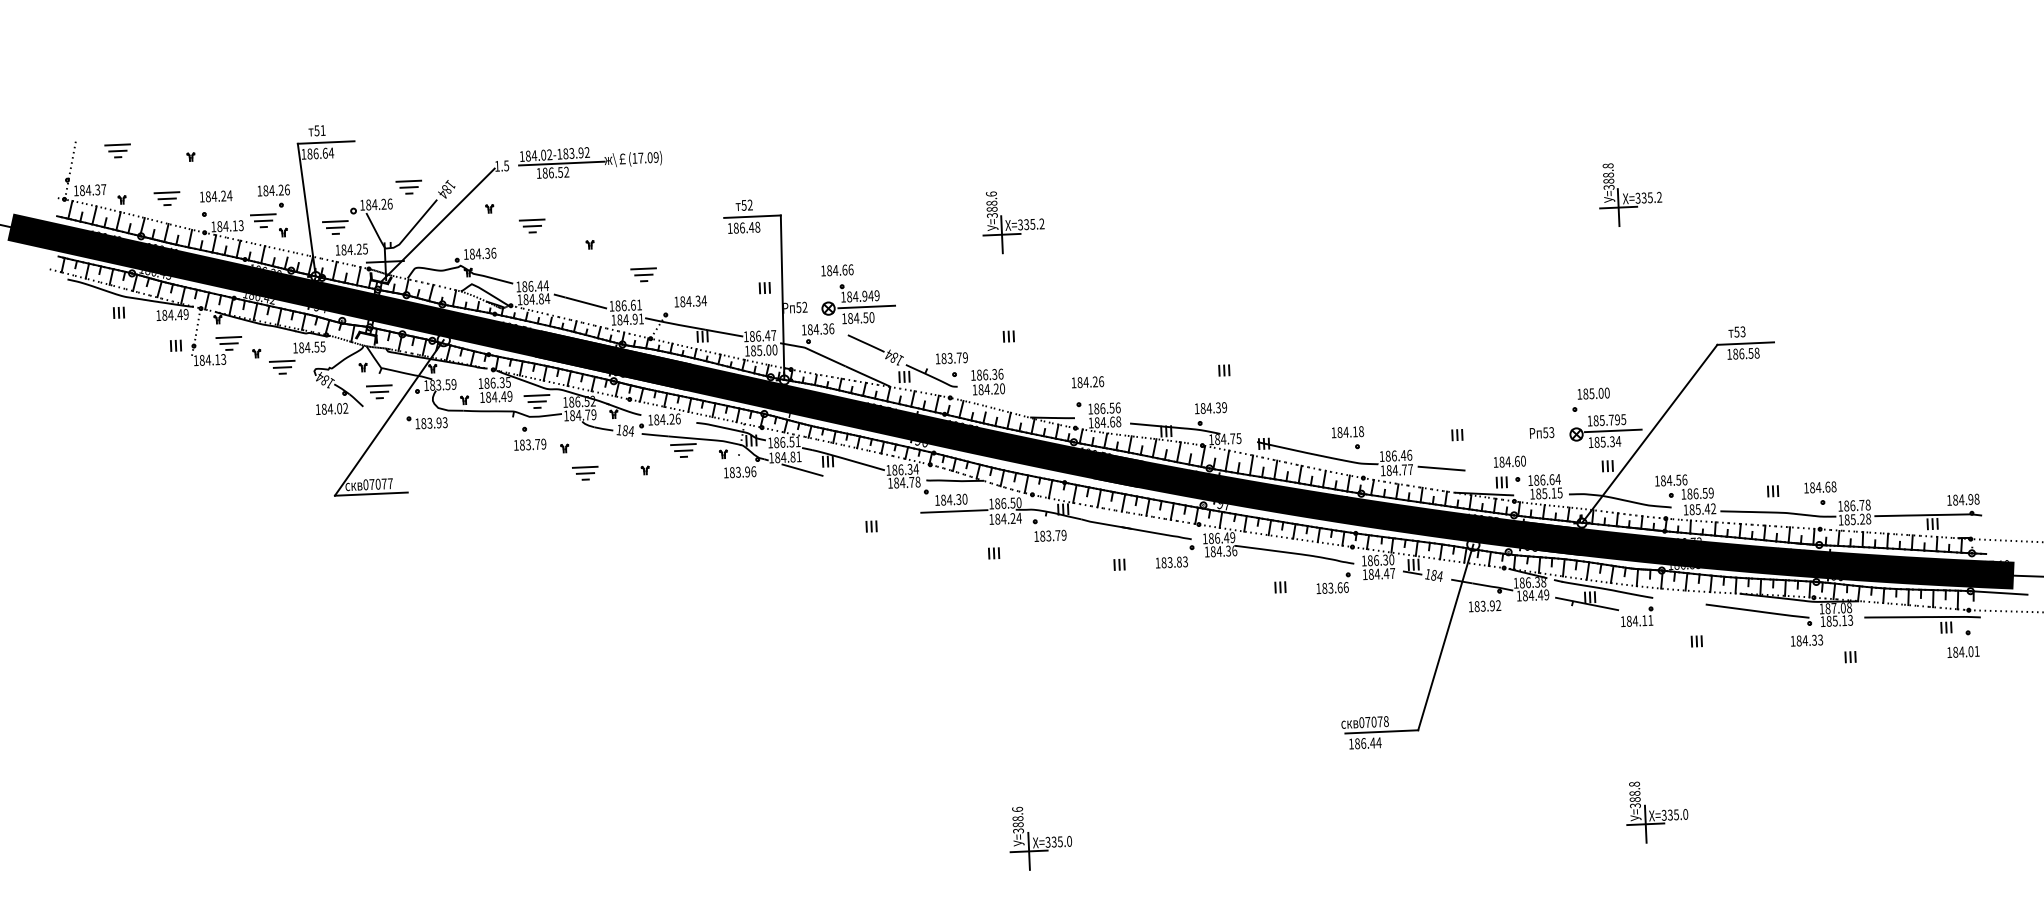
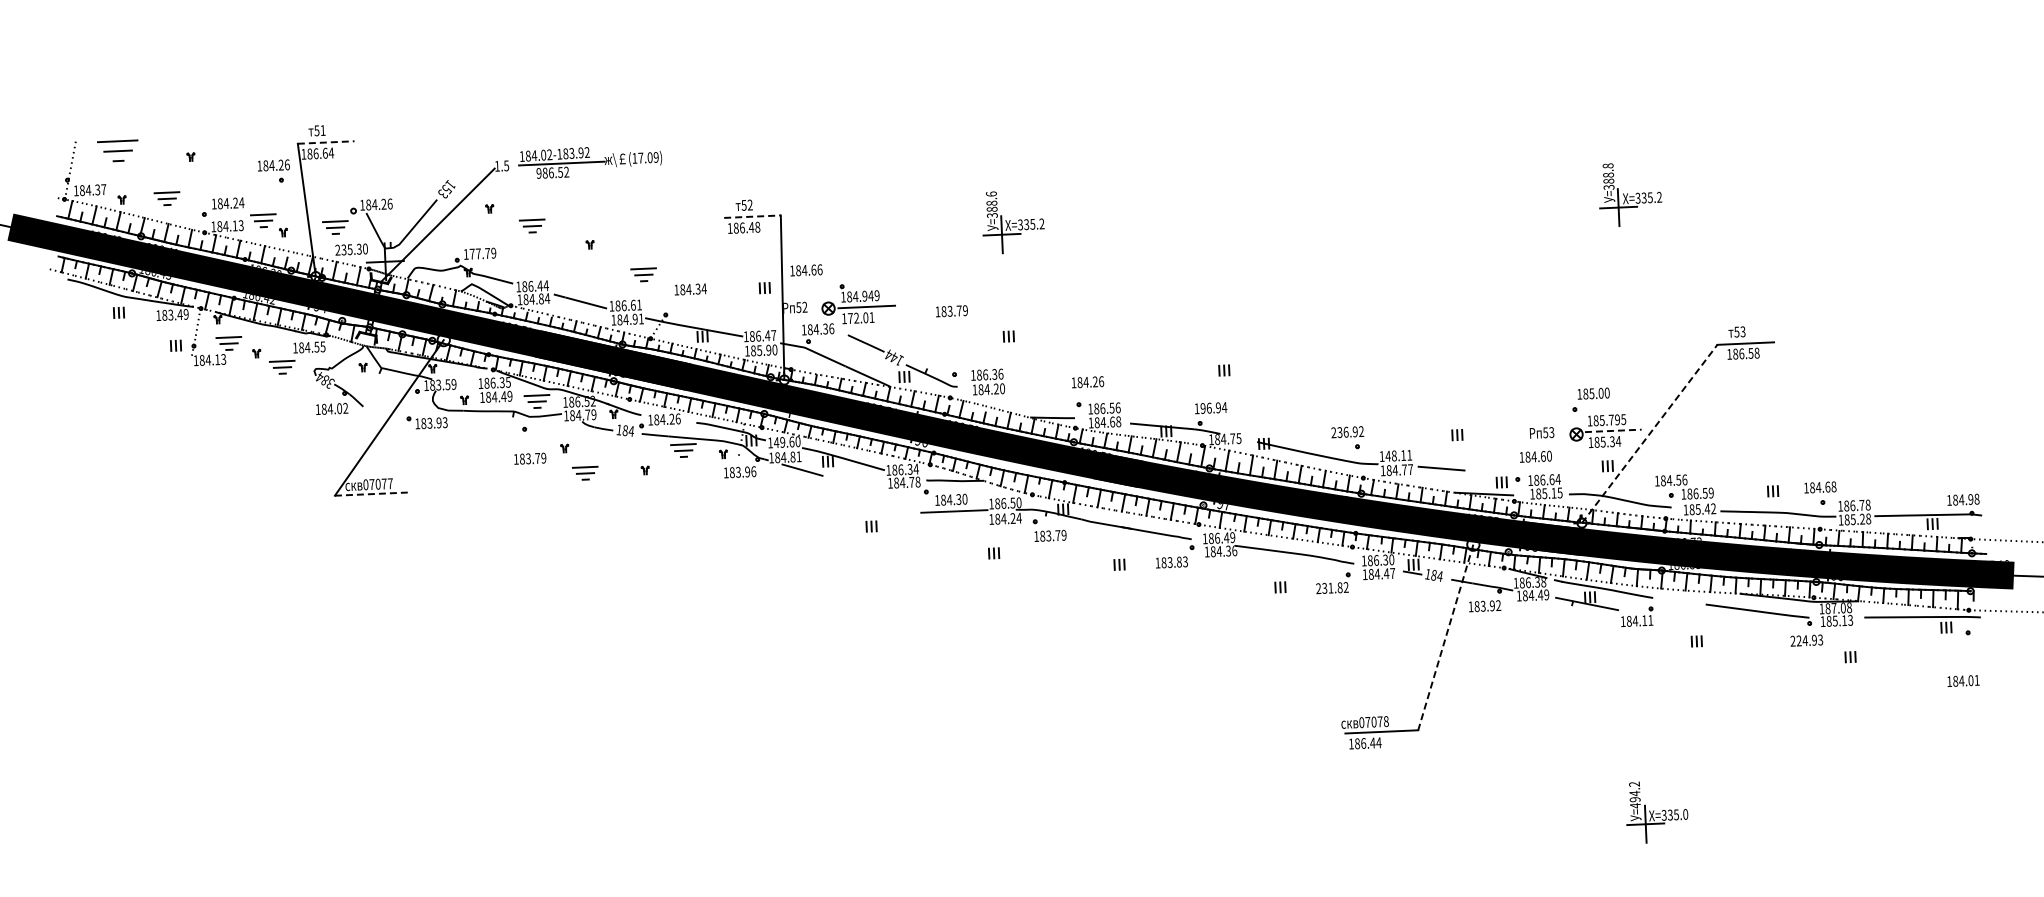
line at (326, 142): solid -> dashed
part at (117, 150) size: 27x16 px -> 42x24 px
text at (538, 173): 186.52 -> 986.52
part at (408, 186): present -> none
text at (444, 191): 184 -> 153
part at (273, 195) position: (273, 195) -> (273, 170)
text at (216, 196) position: (216, 196) -> (228, 203)
line at (753, 216): solid -> dashed
text at (351, 249): 184.25 -> 235.30
text at (482, 253): 184.36 -> 177.79
text at (837, 270) position: (837, 270) -> (806, 270)
text at (690, 301) position: (690, 301) -> (690, 289)
text at (170, 314): 184.49 -> 183.49
text at (860, 317): 184.50 -> 172.01
text at (768, 350): 185.00 -> 185.90
text at (894, 357): 184 -> 144
text at (951, 358) position: (951, 358) -> (951, 311)
text at (330, 383): 184 -> 384
part at (379, 391): present -> none
text at (1213, 407): 184.39 -> 196.94
line at (1613, 430): solid -> dashed
text at (1347, 432): 184.18 -> 236.92
line at (1649, 433): solid -> dashed
text at (787, 442): 186.51 -> 149.60
text at (530, 444) position: (530, 444) -> (530, 458)
text at (1398, 455): 186.46 -> 148.11
text at (1509, 461) position: (1509, 461) -> (1535, 456)
line at (371, 494): solid -> dashed
text at (1332, 588): 183.66 -> 231.82
line at (1998, 592): present -> none
line at (1445, 637): solid -> dashed
text at (1803, 640): 184.33 -> 224.93
text at (1963, 651) position: (1963, 651) -> (1963, 680)
text at (1634, 794): =388.8 -> =494.2
part at (1040, 838): present -> none
